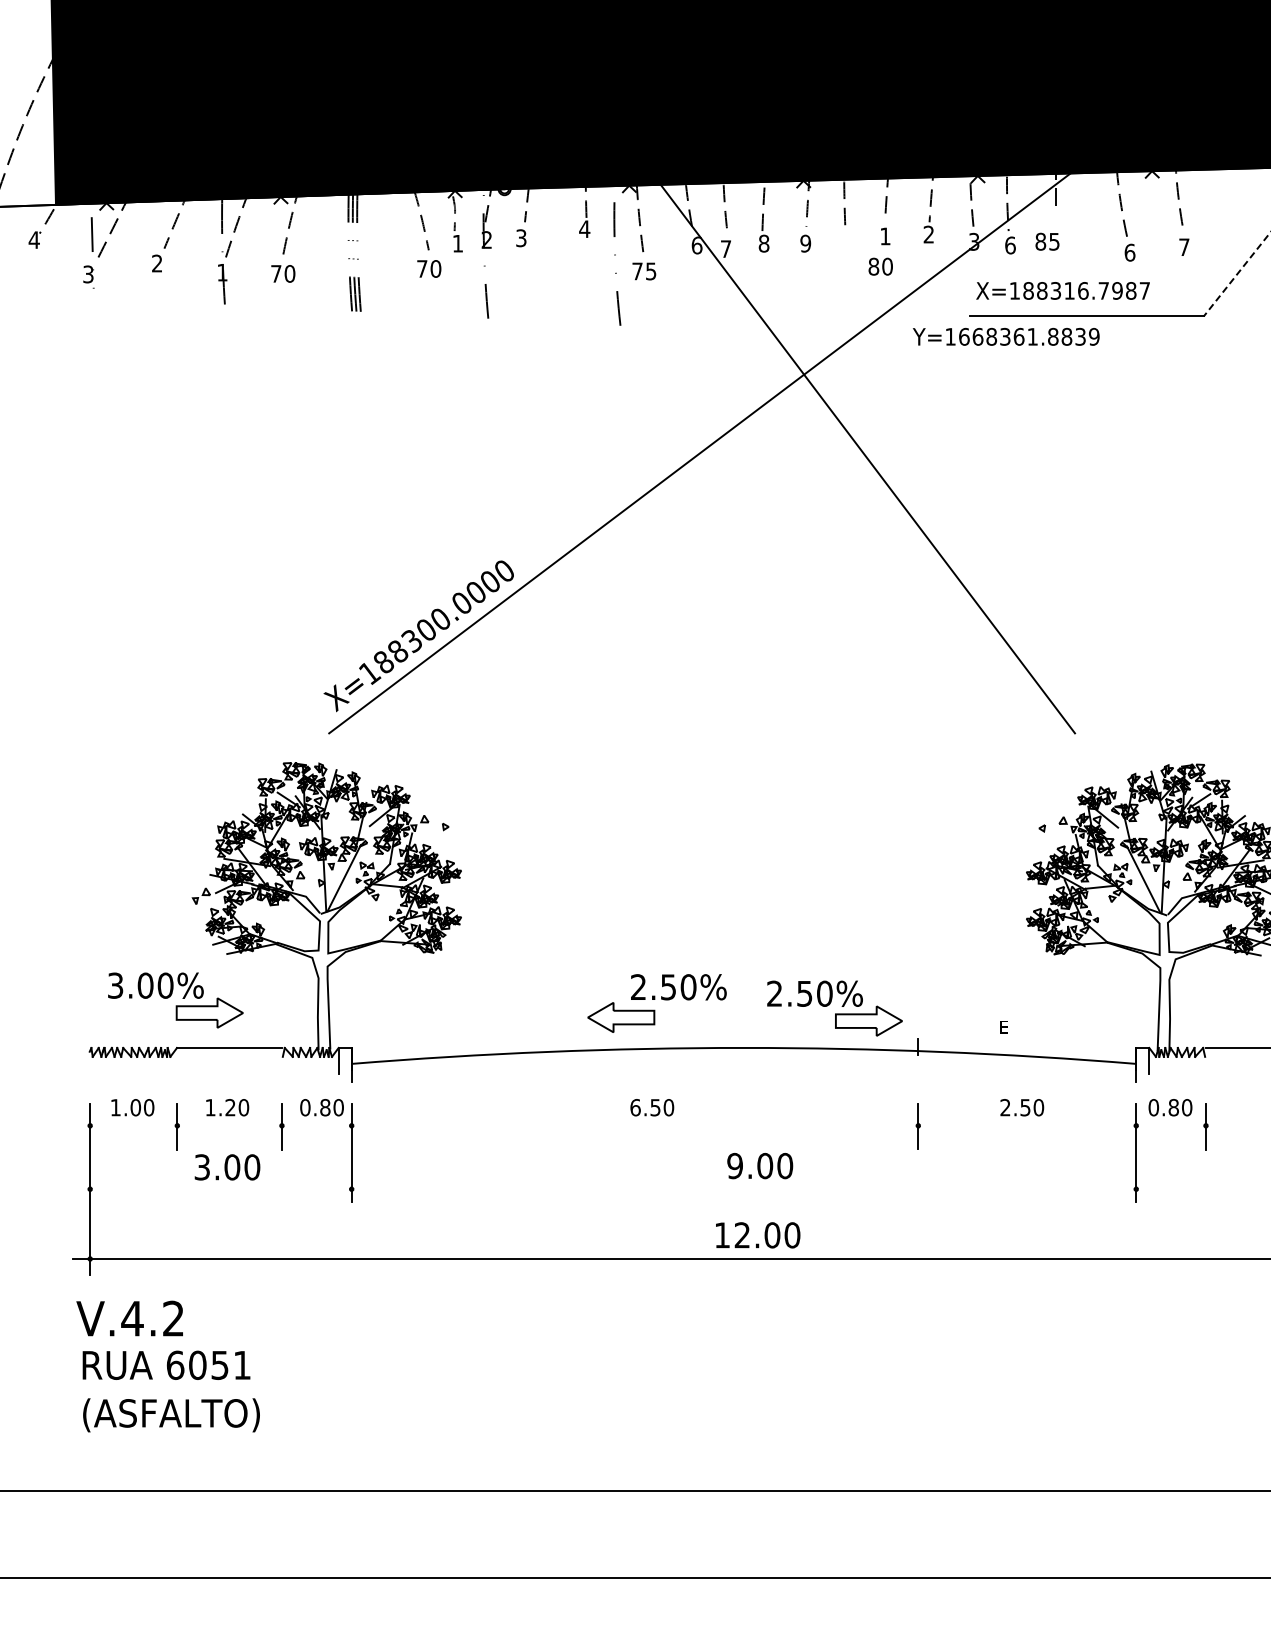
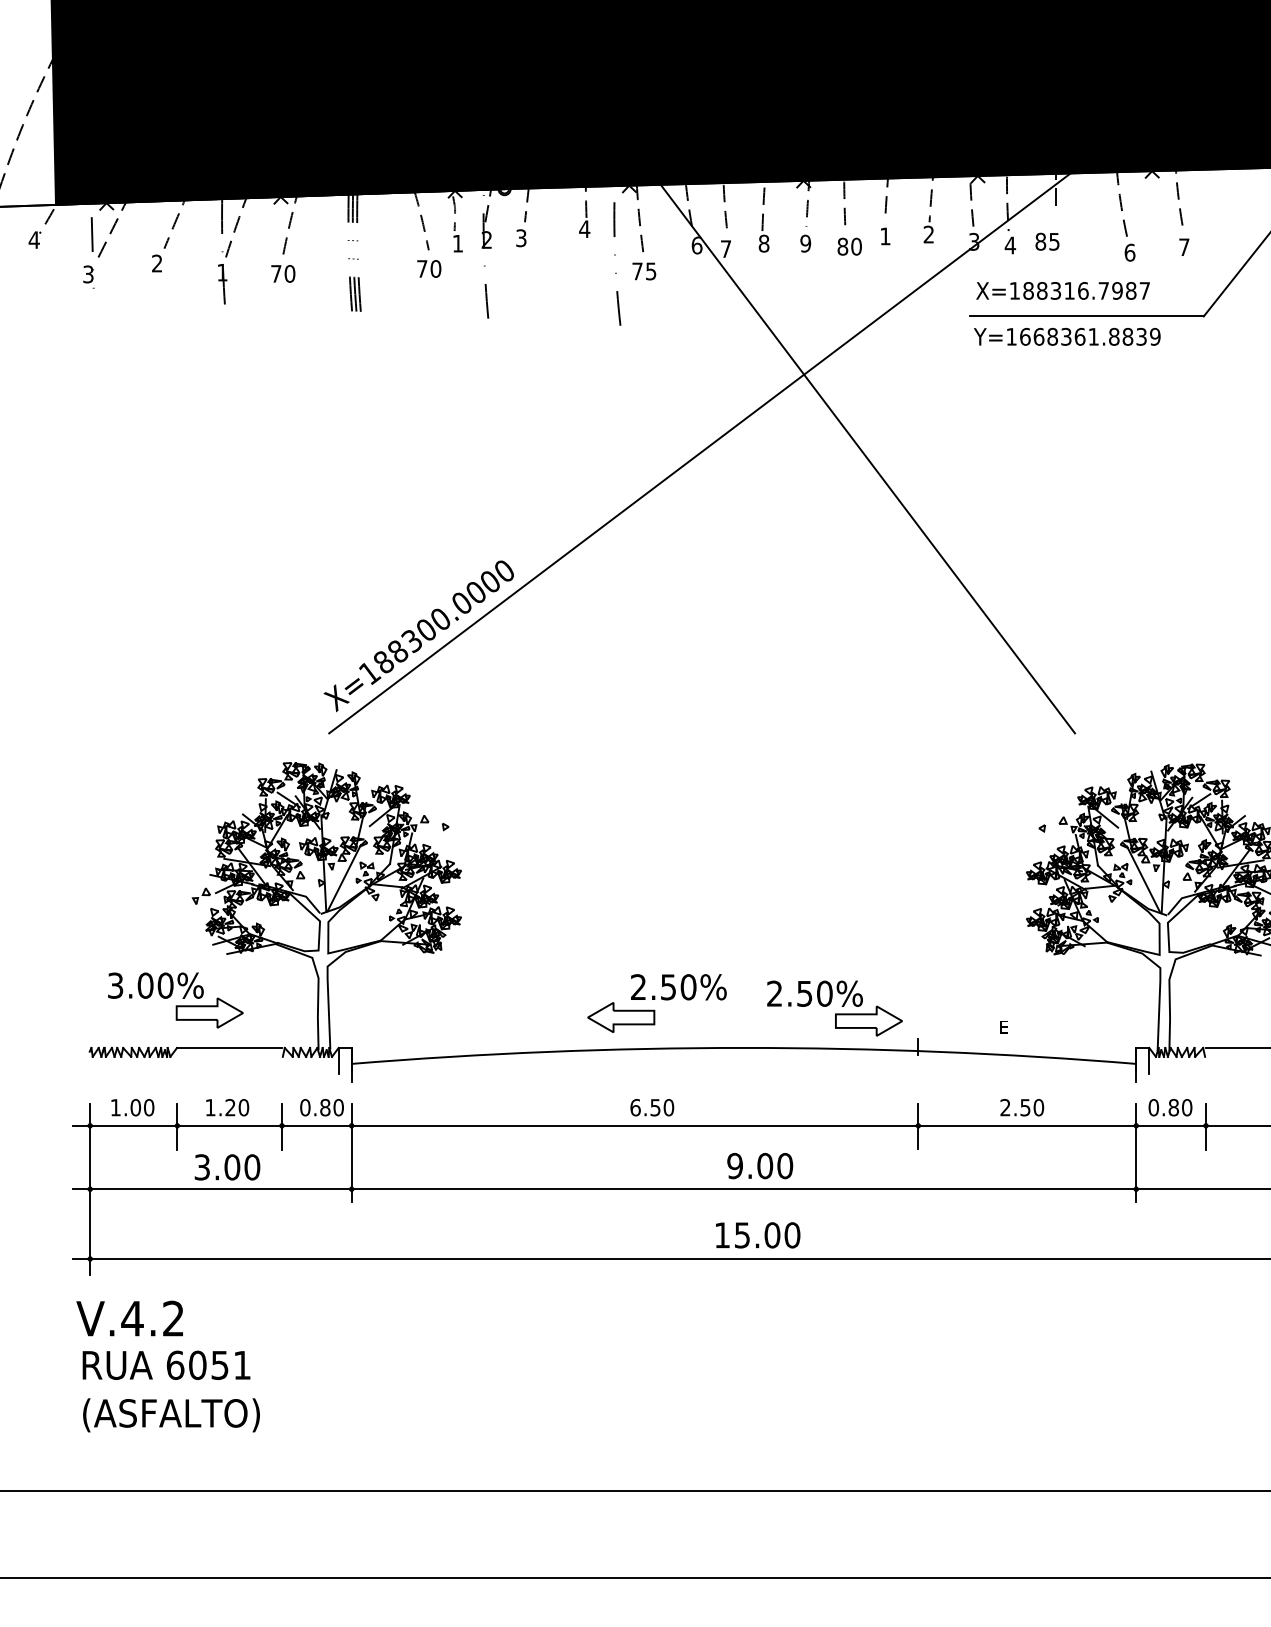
text at (1010, 245): 6 -> 4
text at (880, 266) position: (880, 266) -> (849, 246)
line at (1237, 274): dashed -> solid
text at (1006, 336) position: (1006, 336) -> (1067, 336)
line at (669, 1125): none -> present
line at (669, 1189): none -> present
text at (741, 1235): 12.00 -> 15.00
